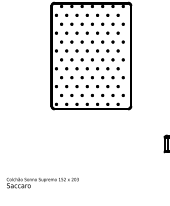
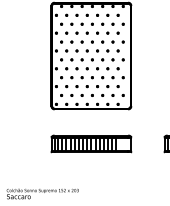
part at (91, 143): none -> present
text at (42, 182) position: (42, 182) -> (42, 193)
